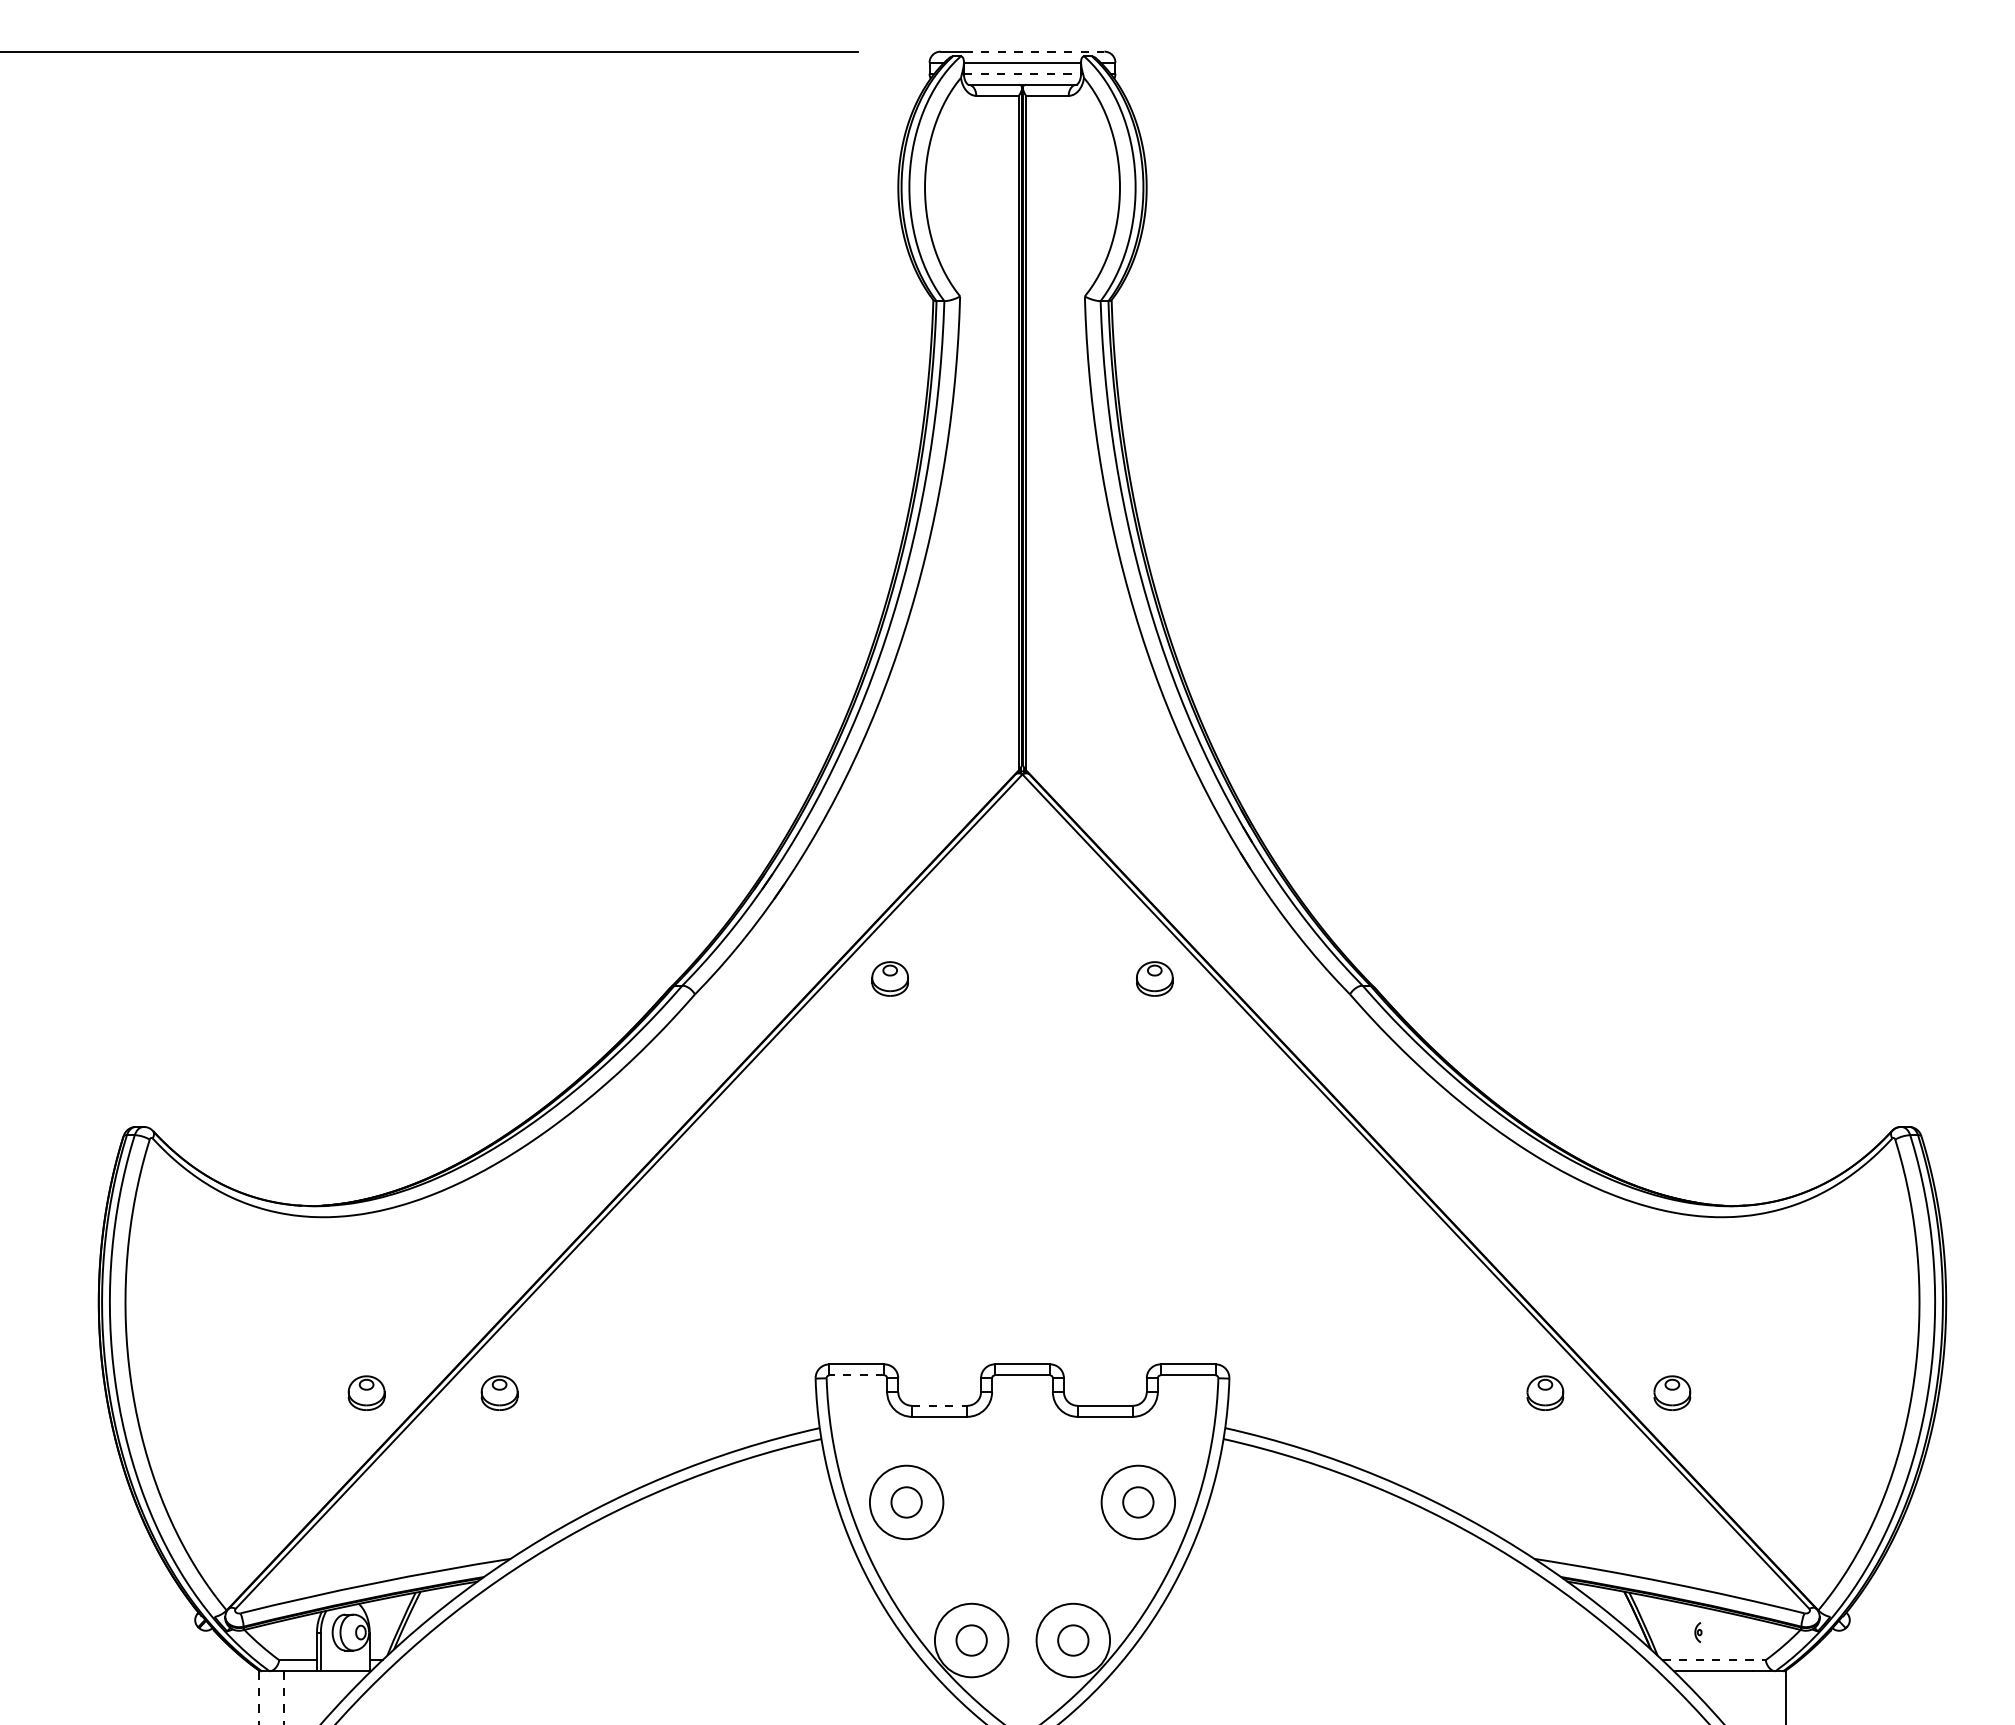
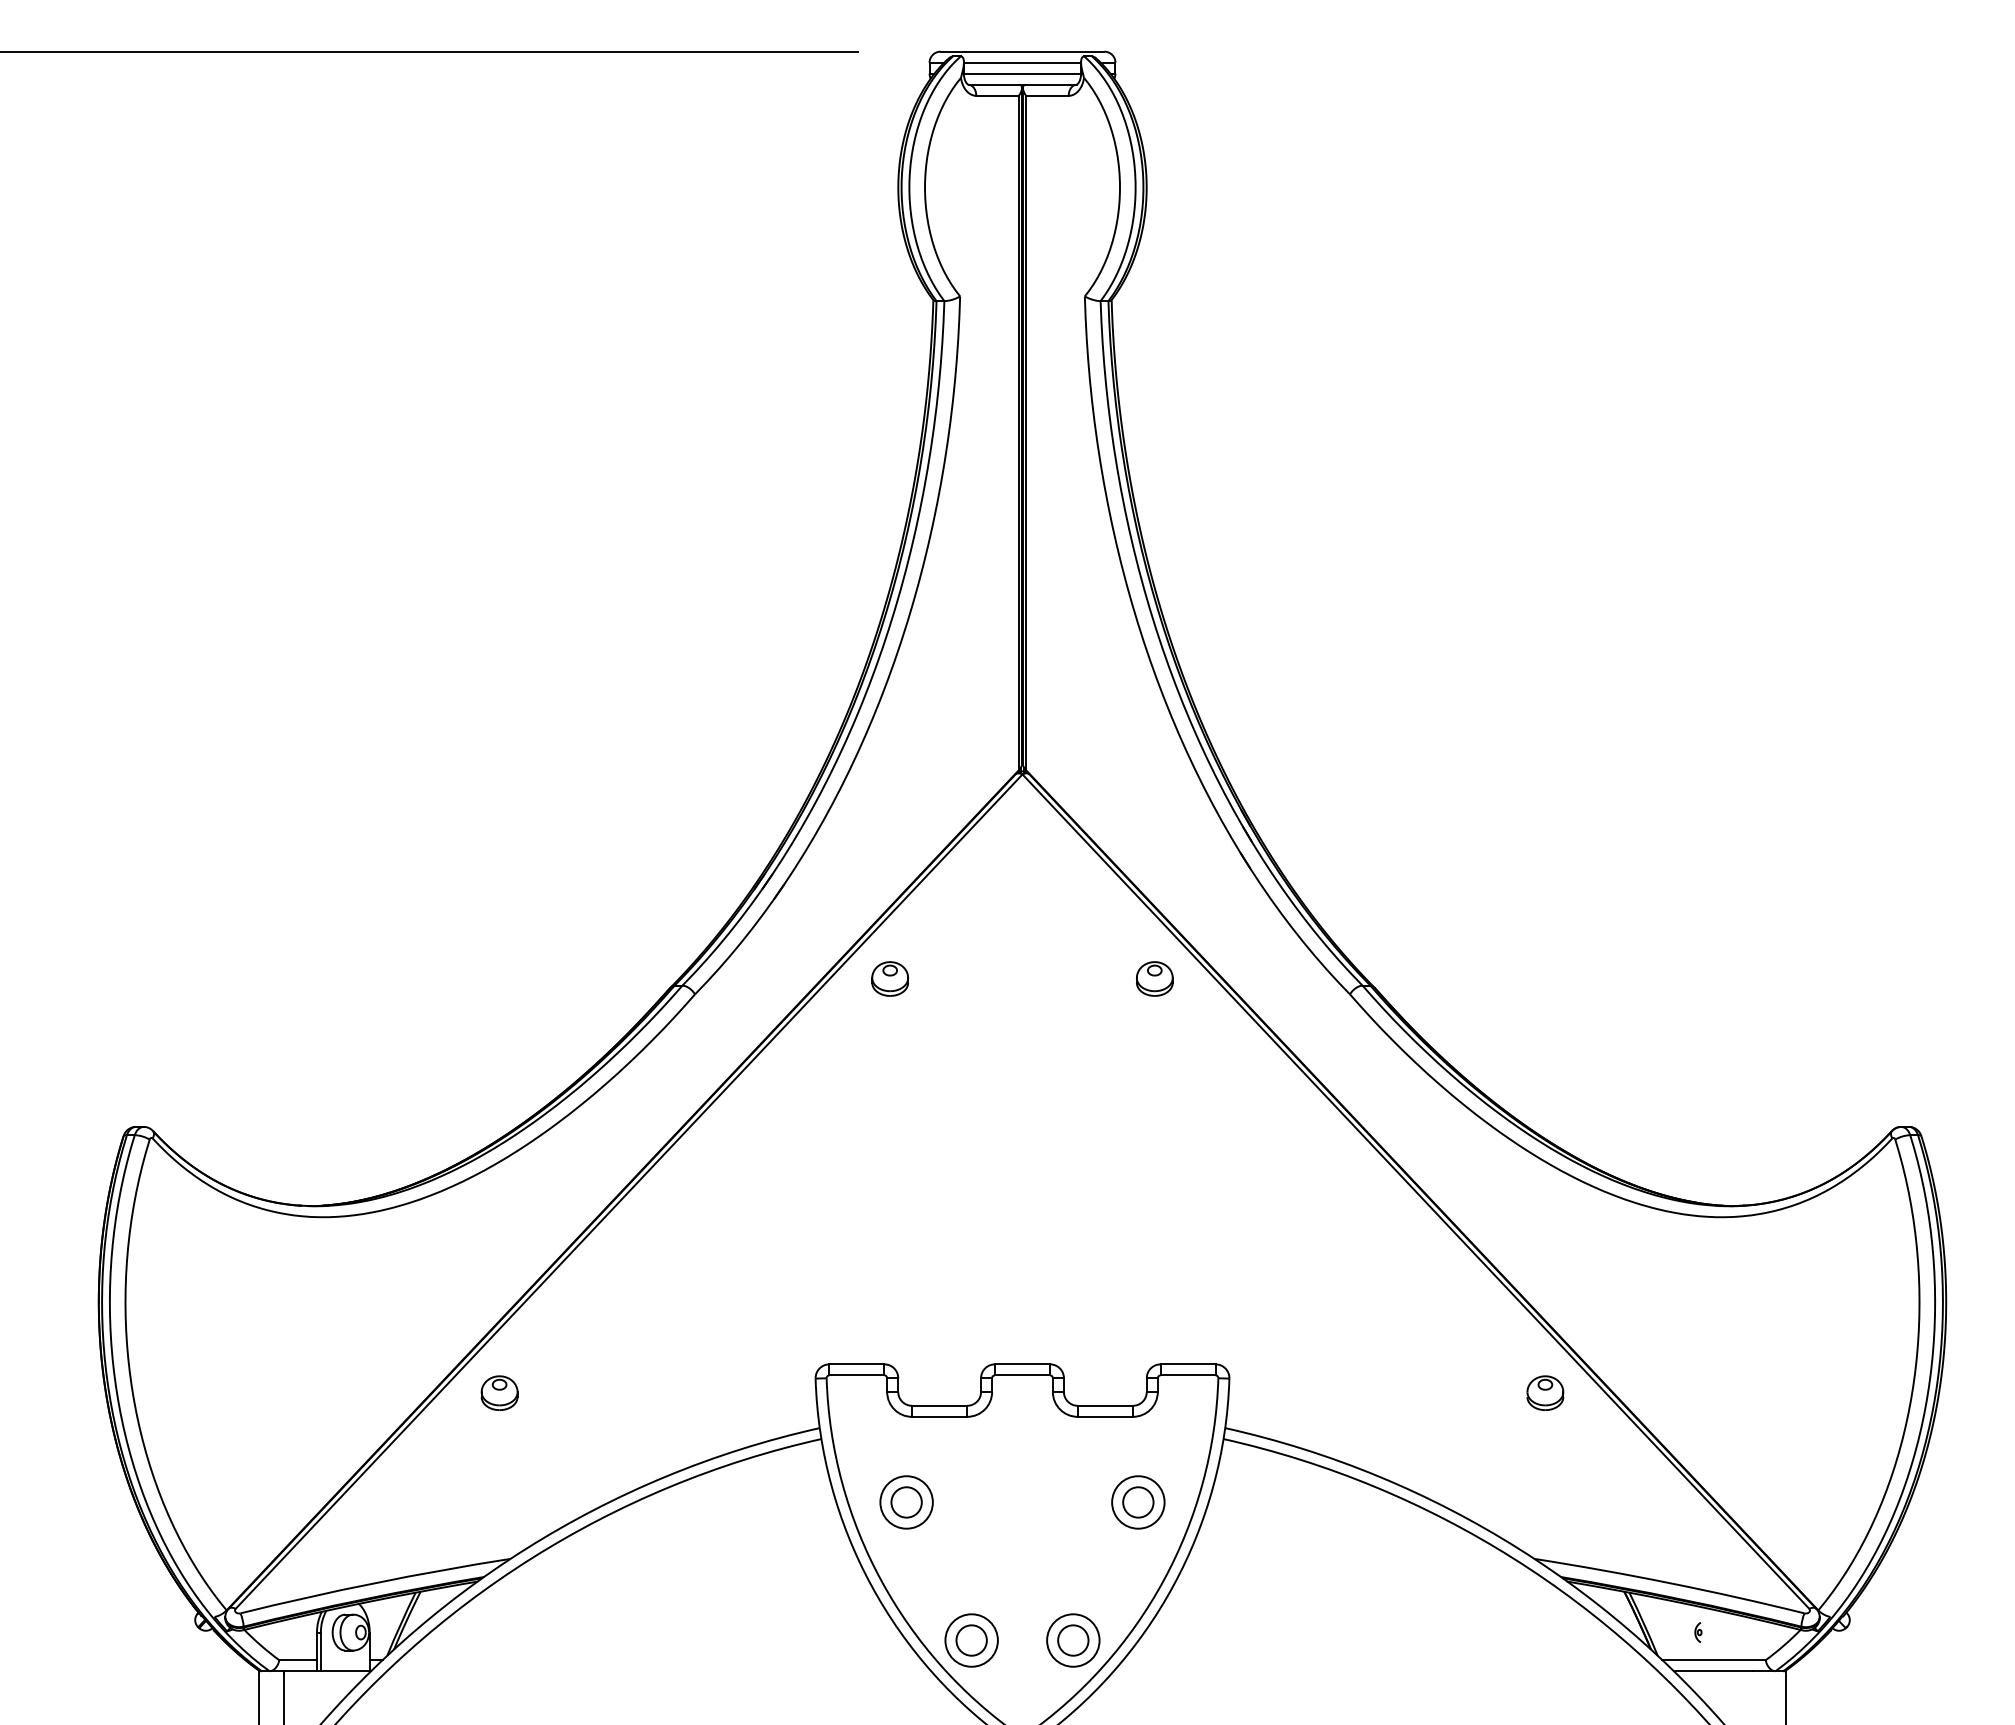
line at (1034, 51): dashed -> solid
line at (1022, 73): dashed -> solid
line at (856, 1375): dashed -> solid
part at (366, 1392): present -> none
part at (1672, 1392): present -> none
line at (939, 1405): dashed -> solid
circle at (906, 1502) diameter: 73 px -> 52 px
circle at (1138, 1502) diameter: 73 px -> 52 px
circle at (971, 1640) diameter: 73 px -> 52 px
circle at (1073, 1640) diameter: 73 px -> 52 px
line at (1714, 1660): dashed -> solid
line at (258, 1698): dashed -> solid
line at (283, 1698): dashed -> solid
